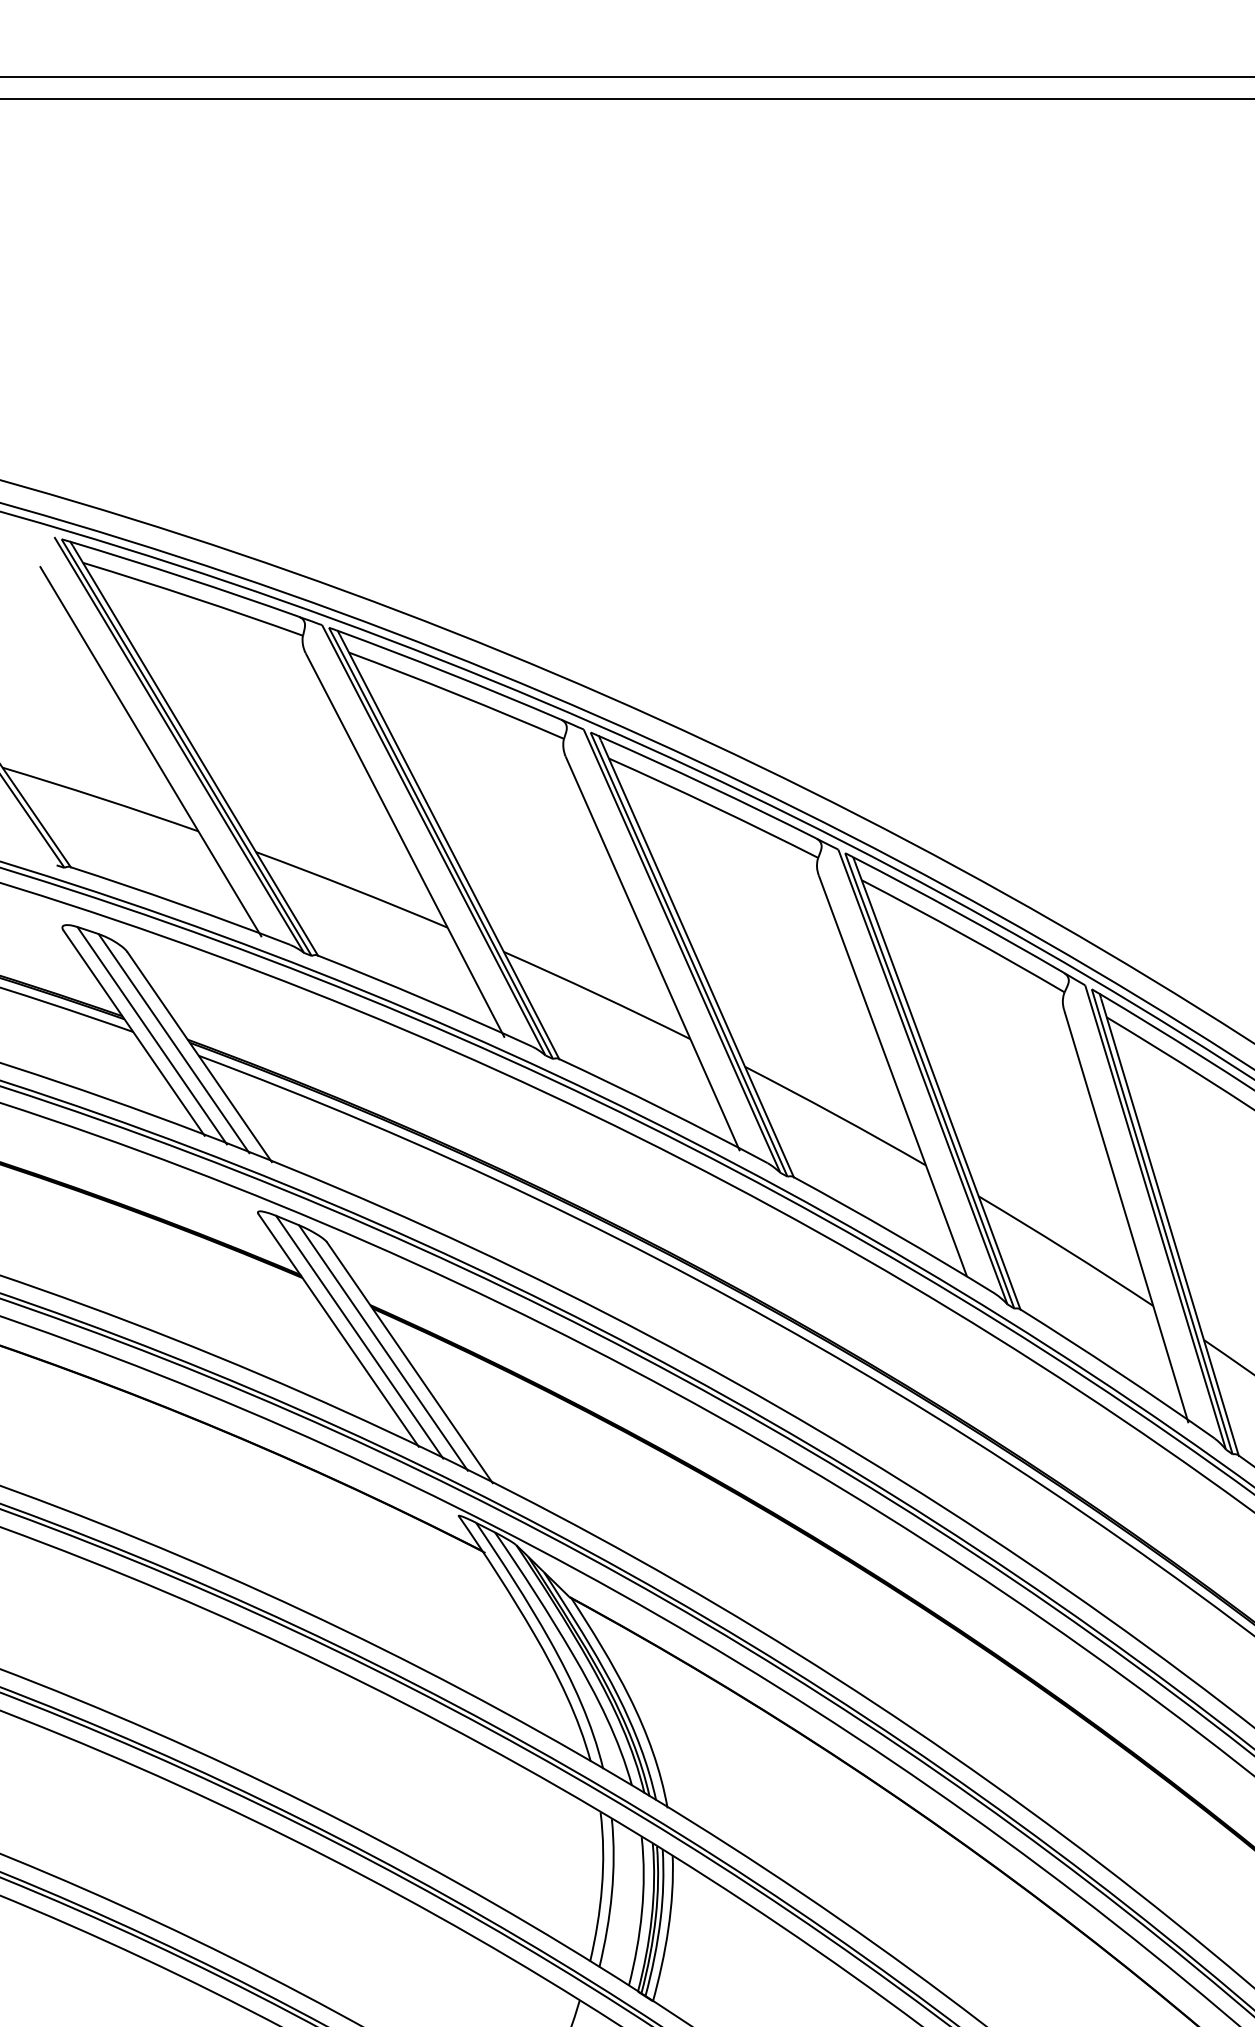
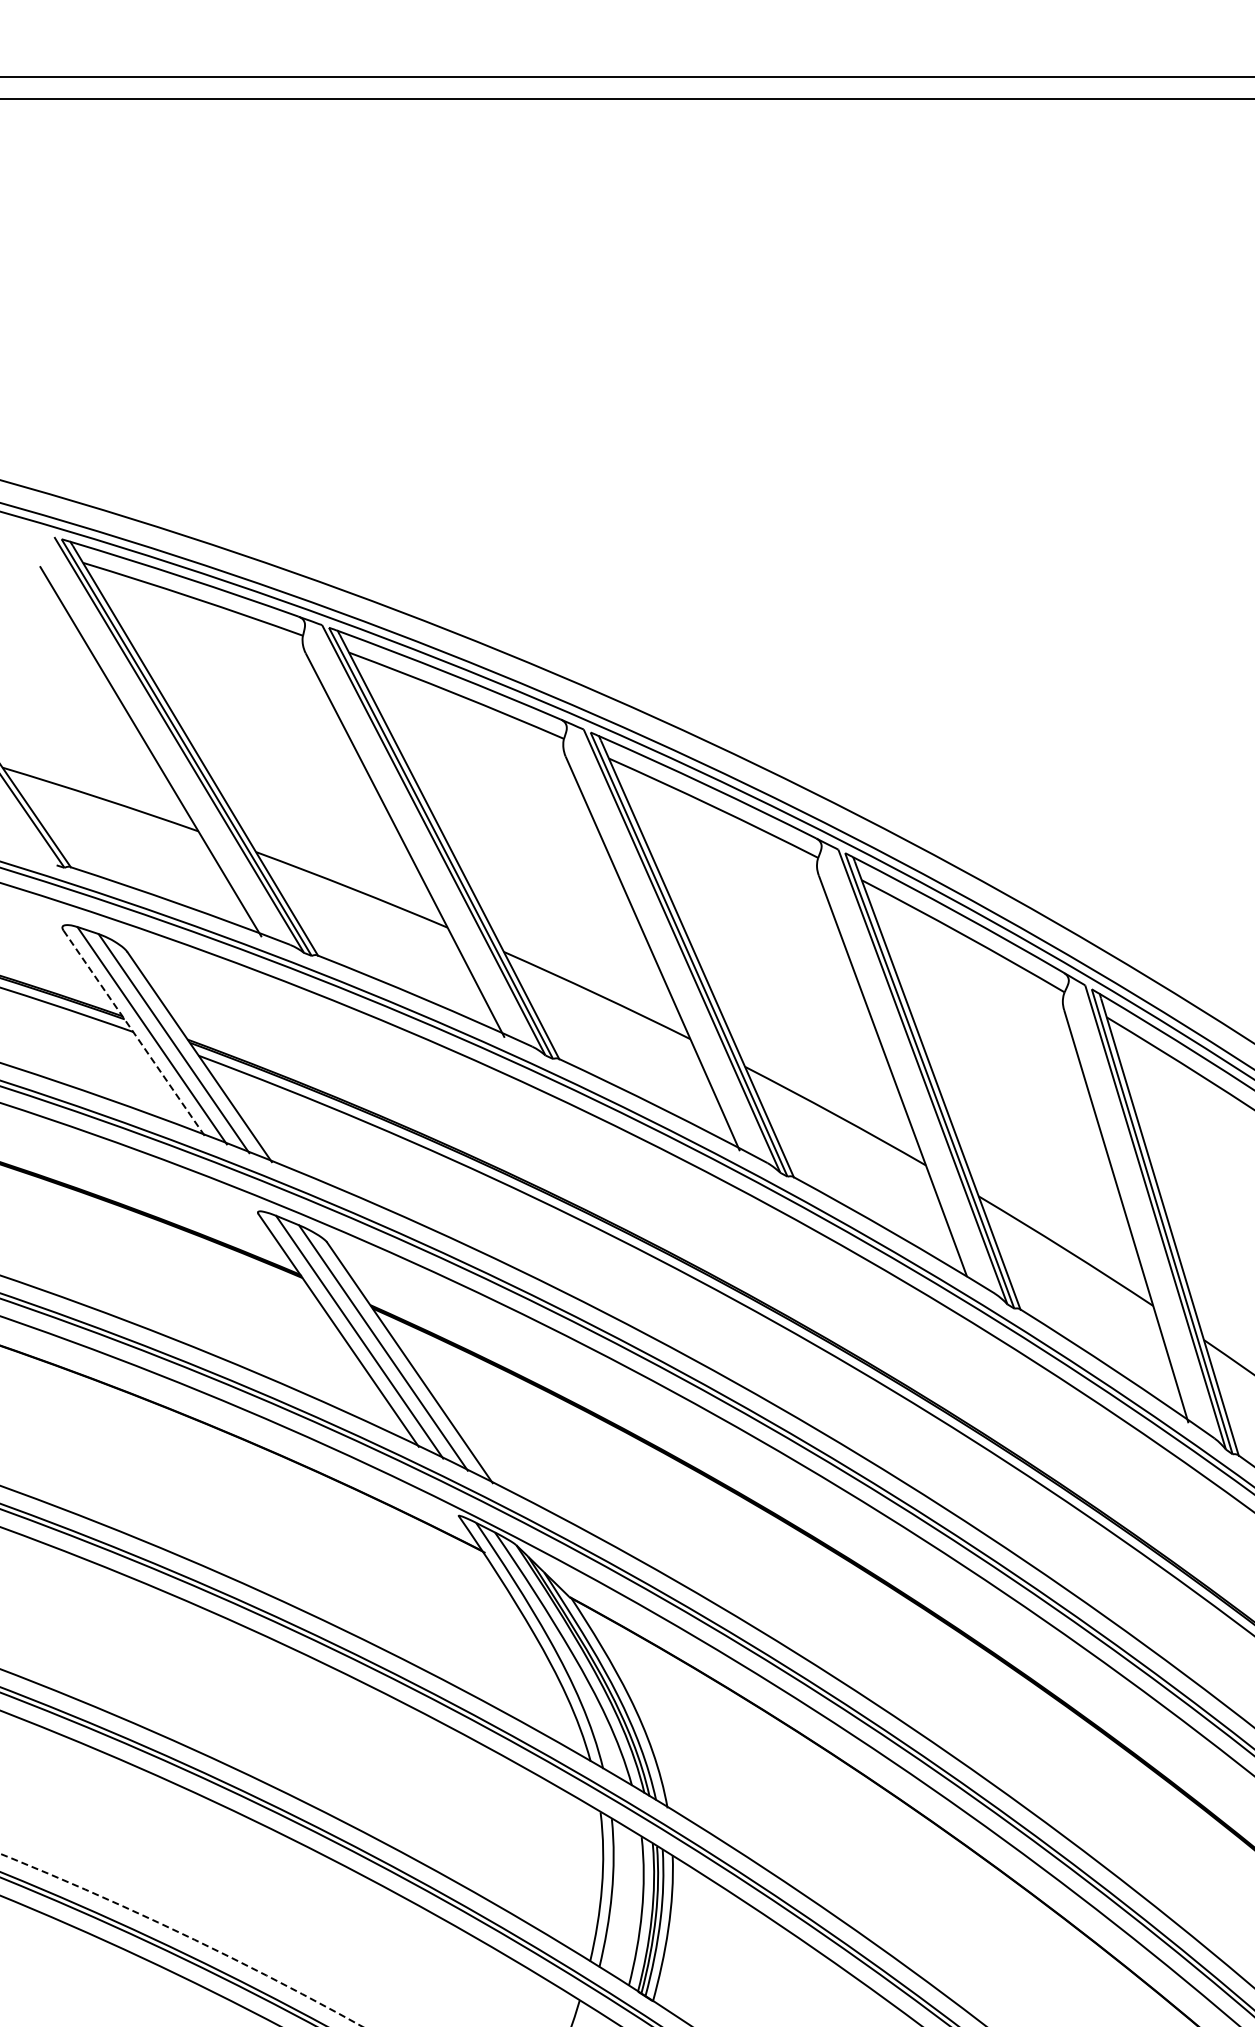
line at (133, 1032): solid -> dashed
circle at (181, 1940): solid -> dashed
